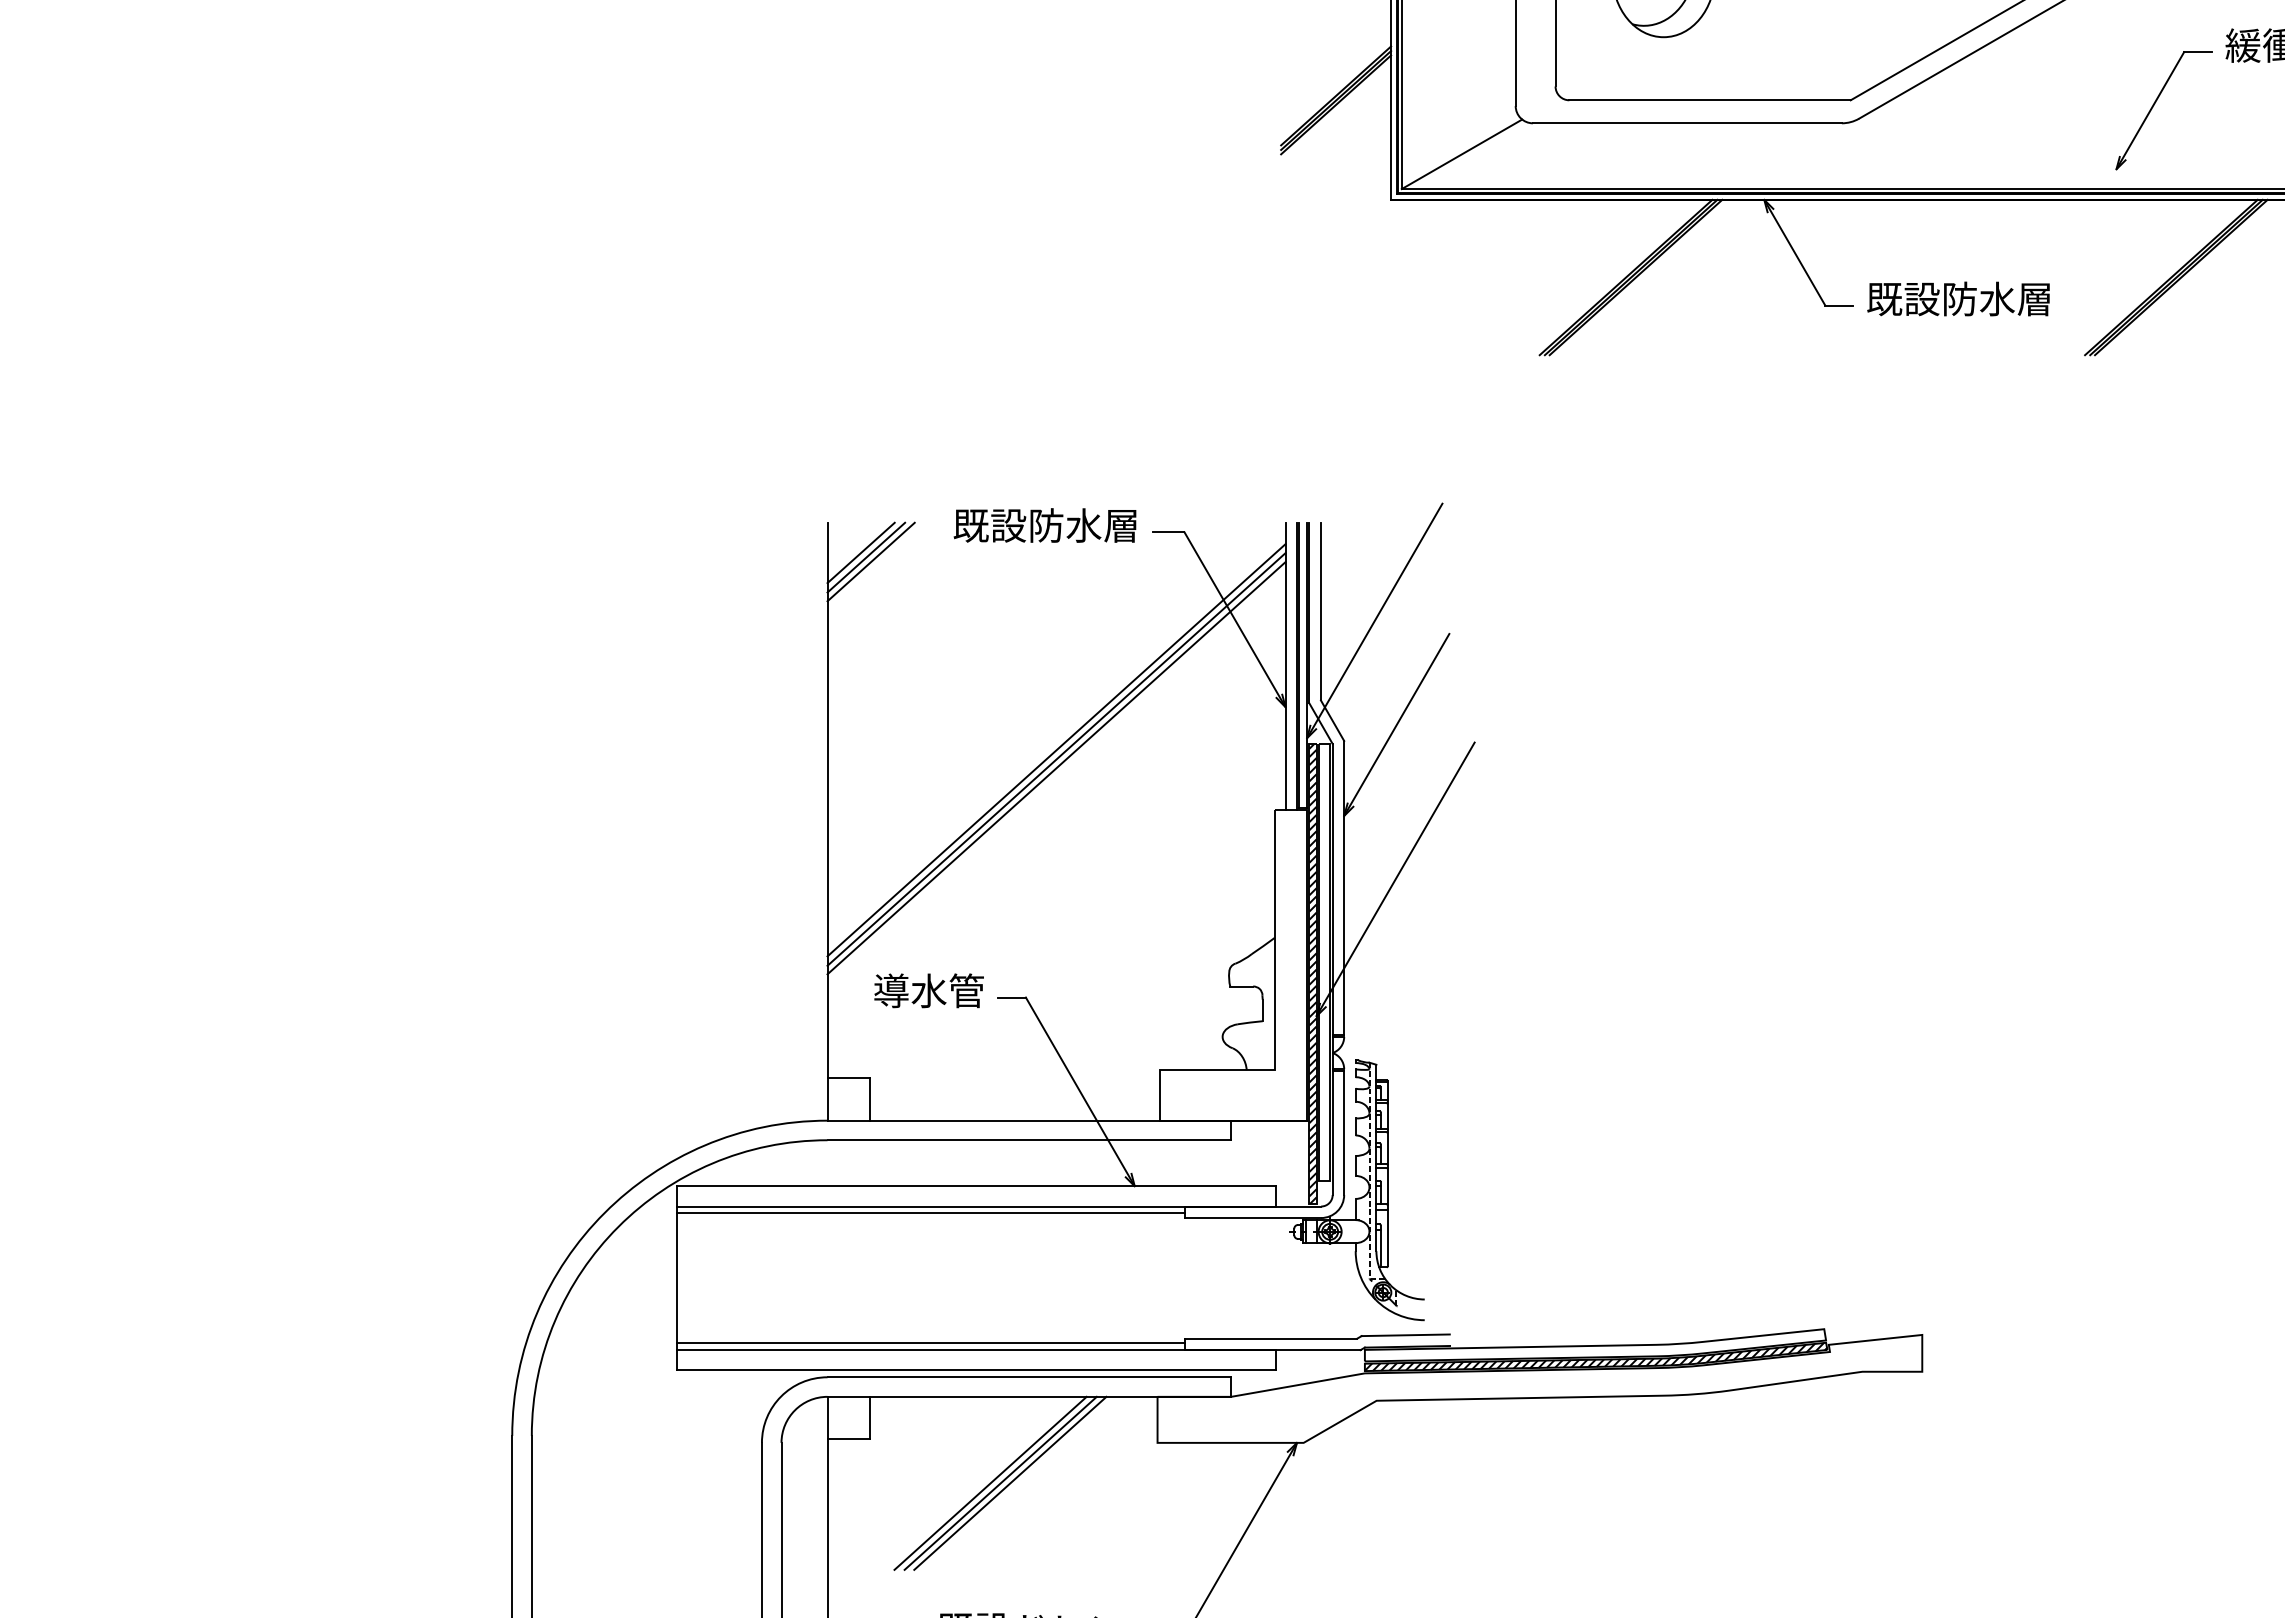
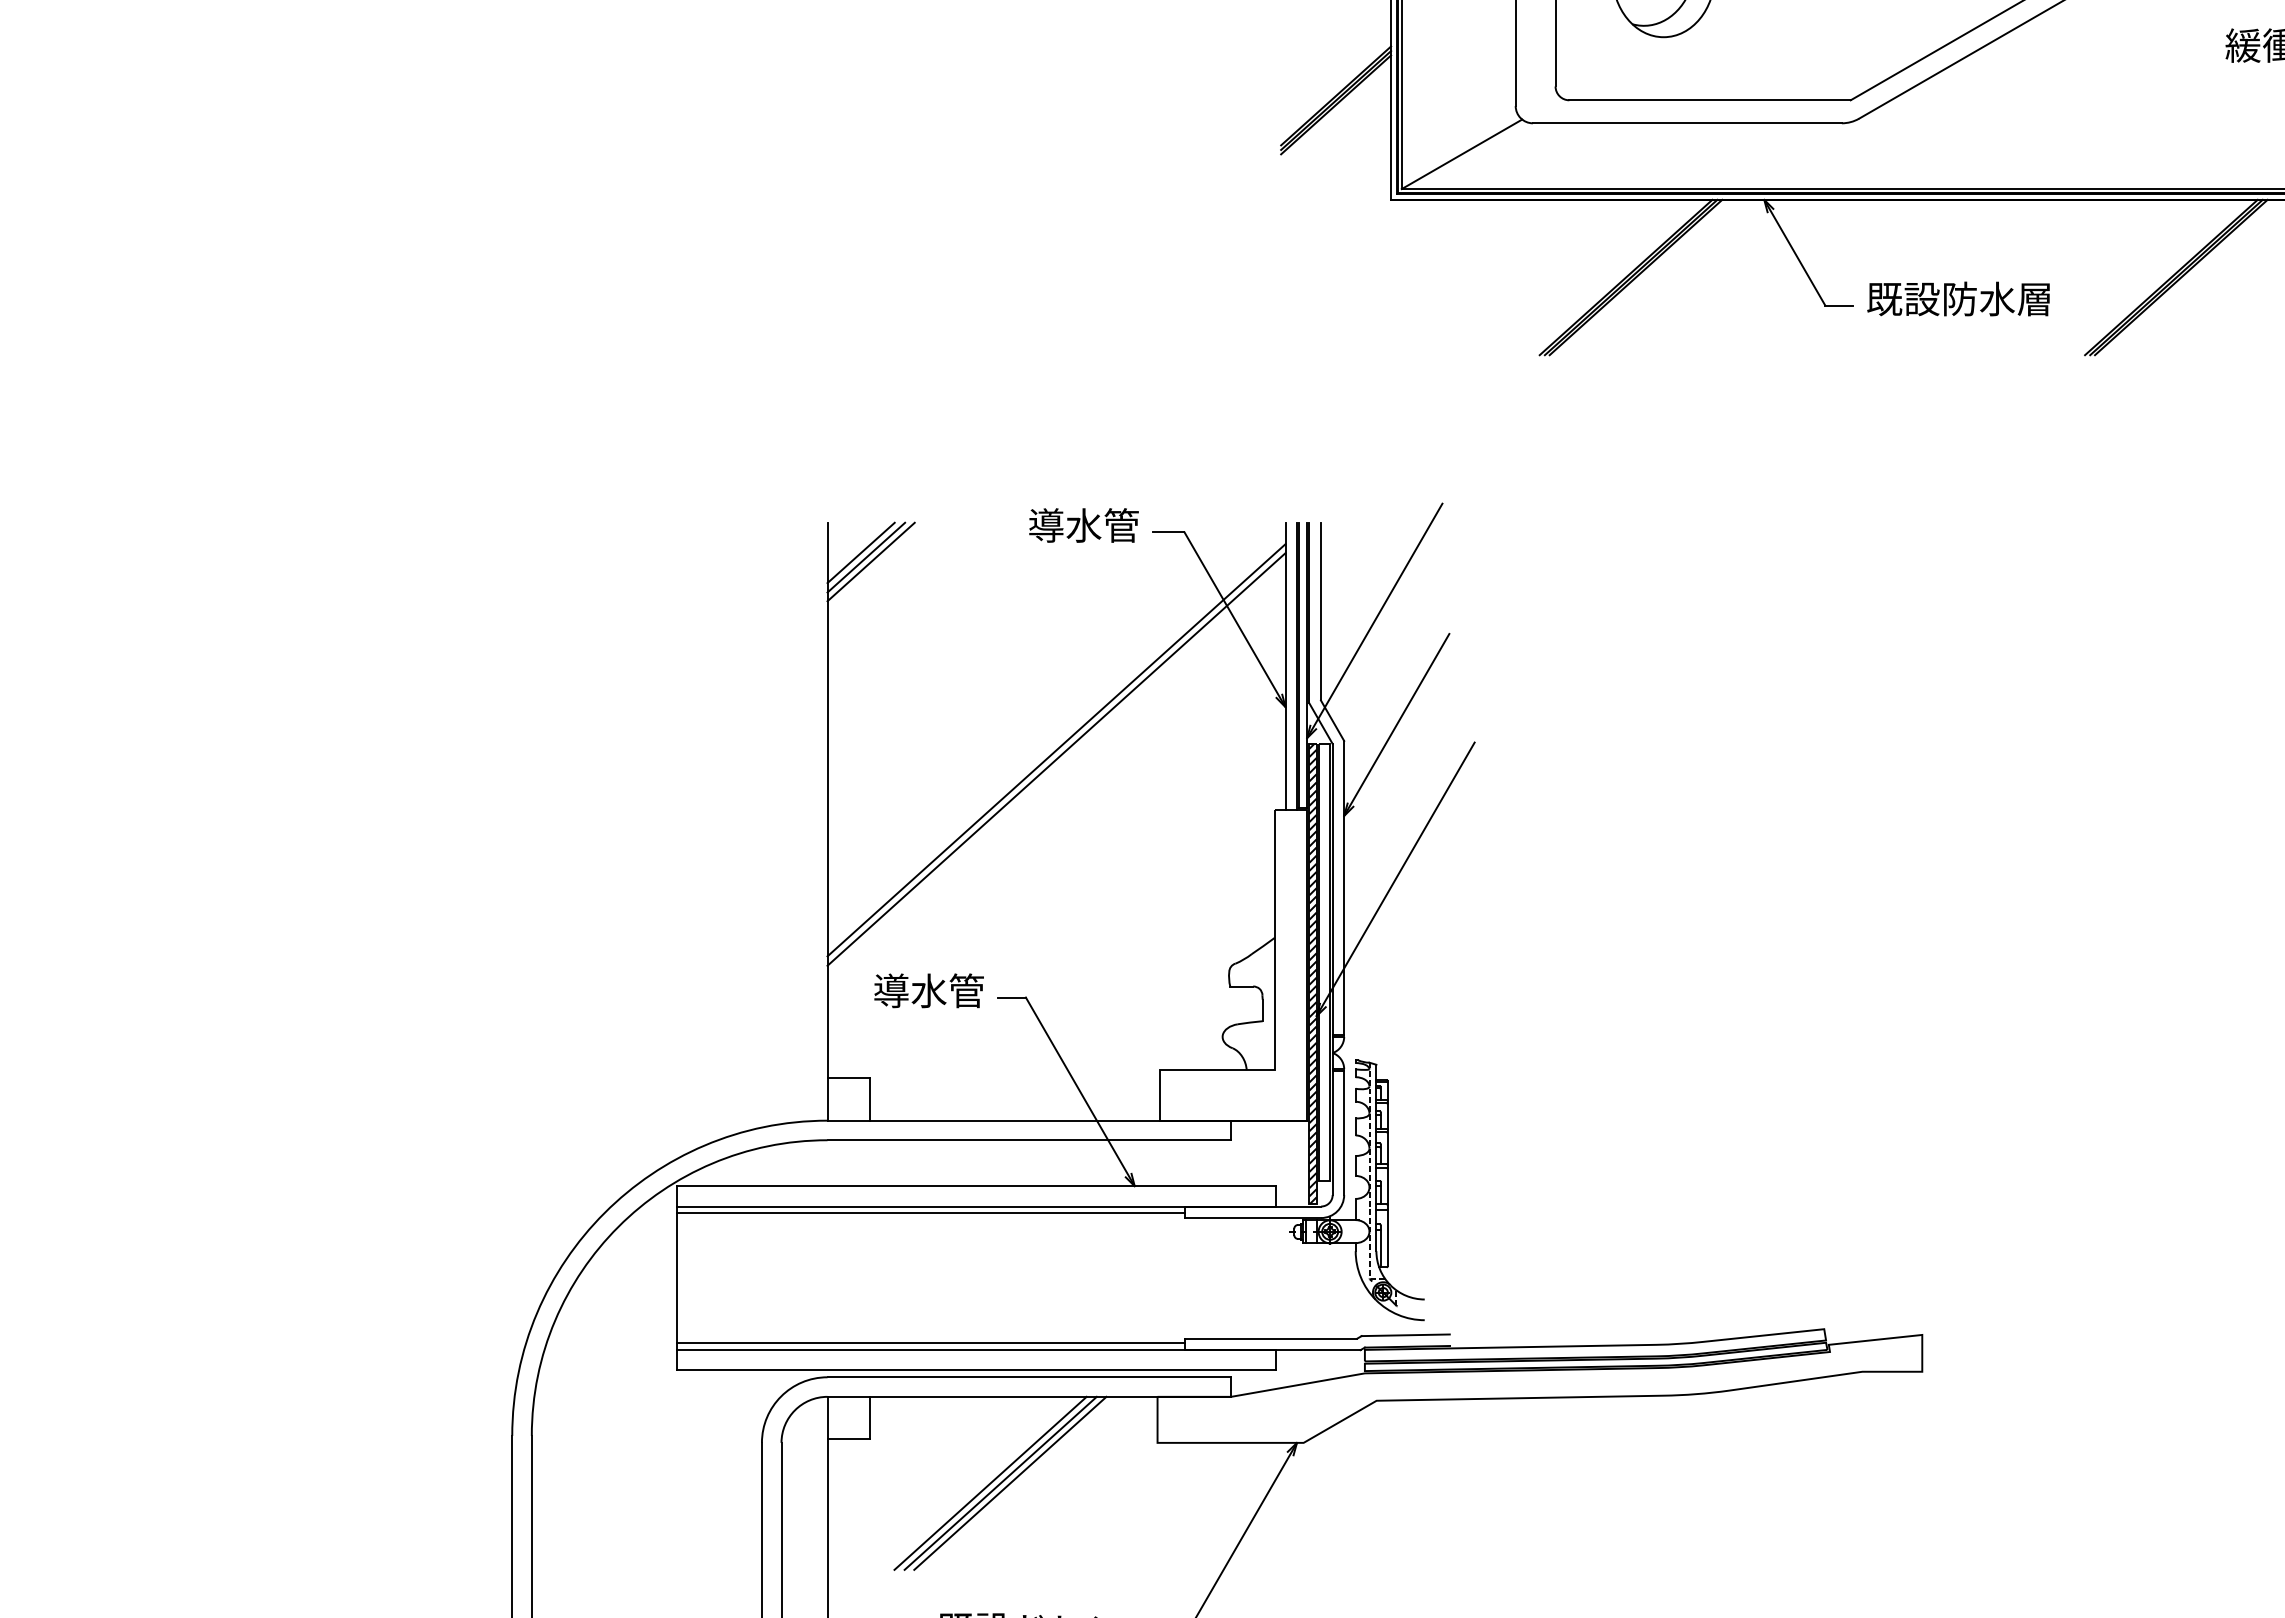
part at (2154, 105): present -> none
text at (1045, 525): 既設防水層 -> 導水管
line at (1056, 768): present -> none
hatch at (1595, 1356): present -> none
